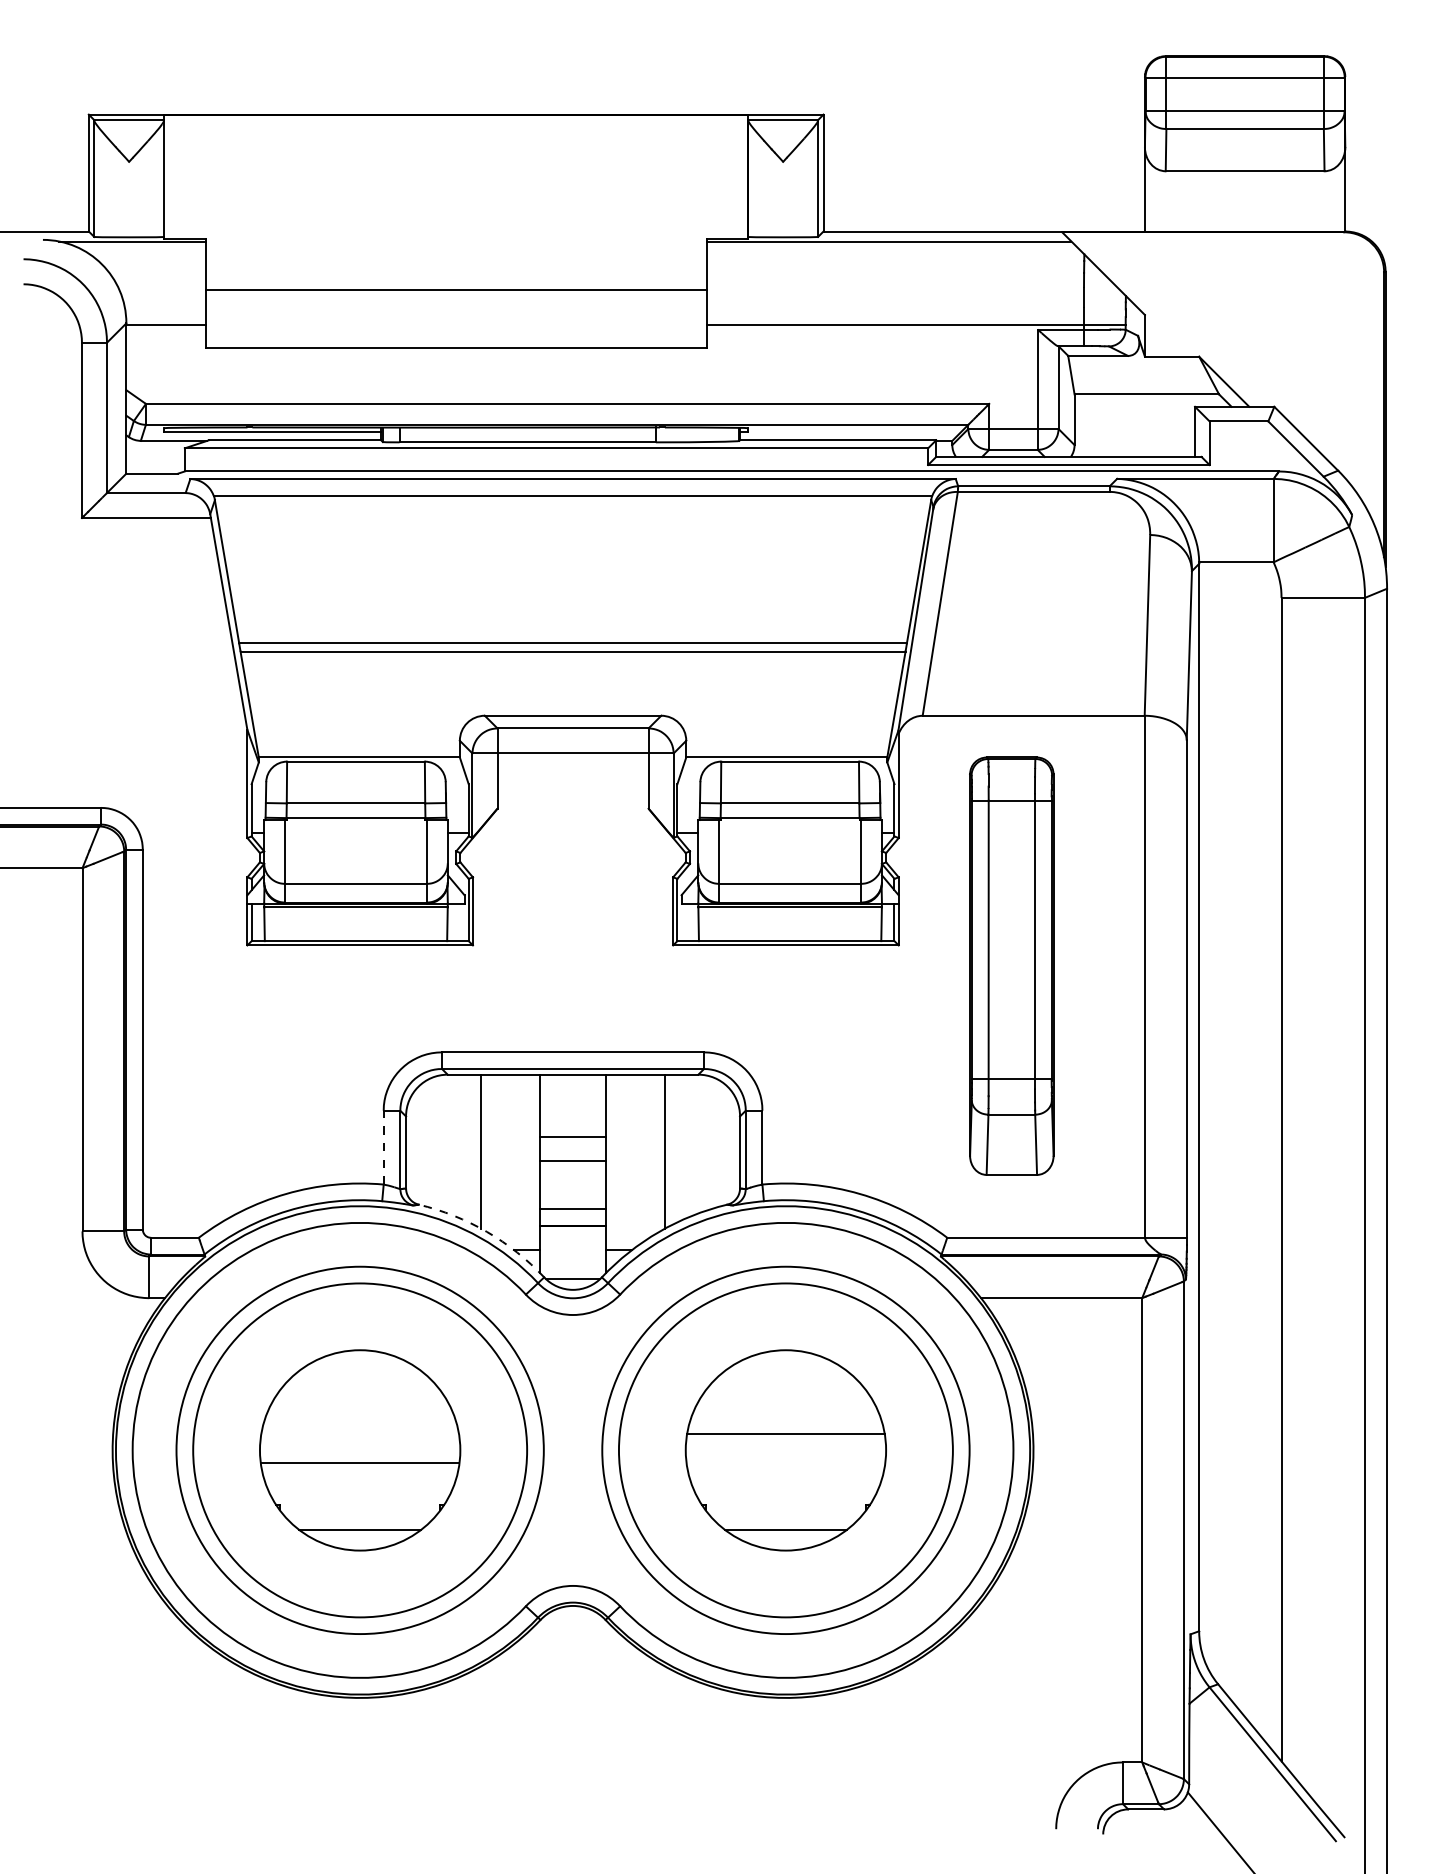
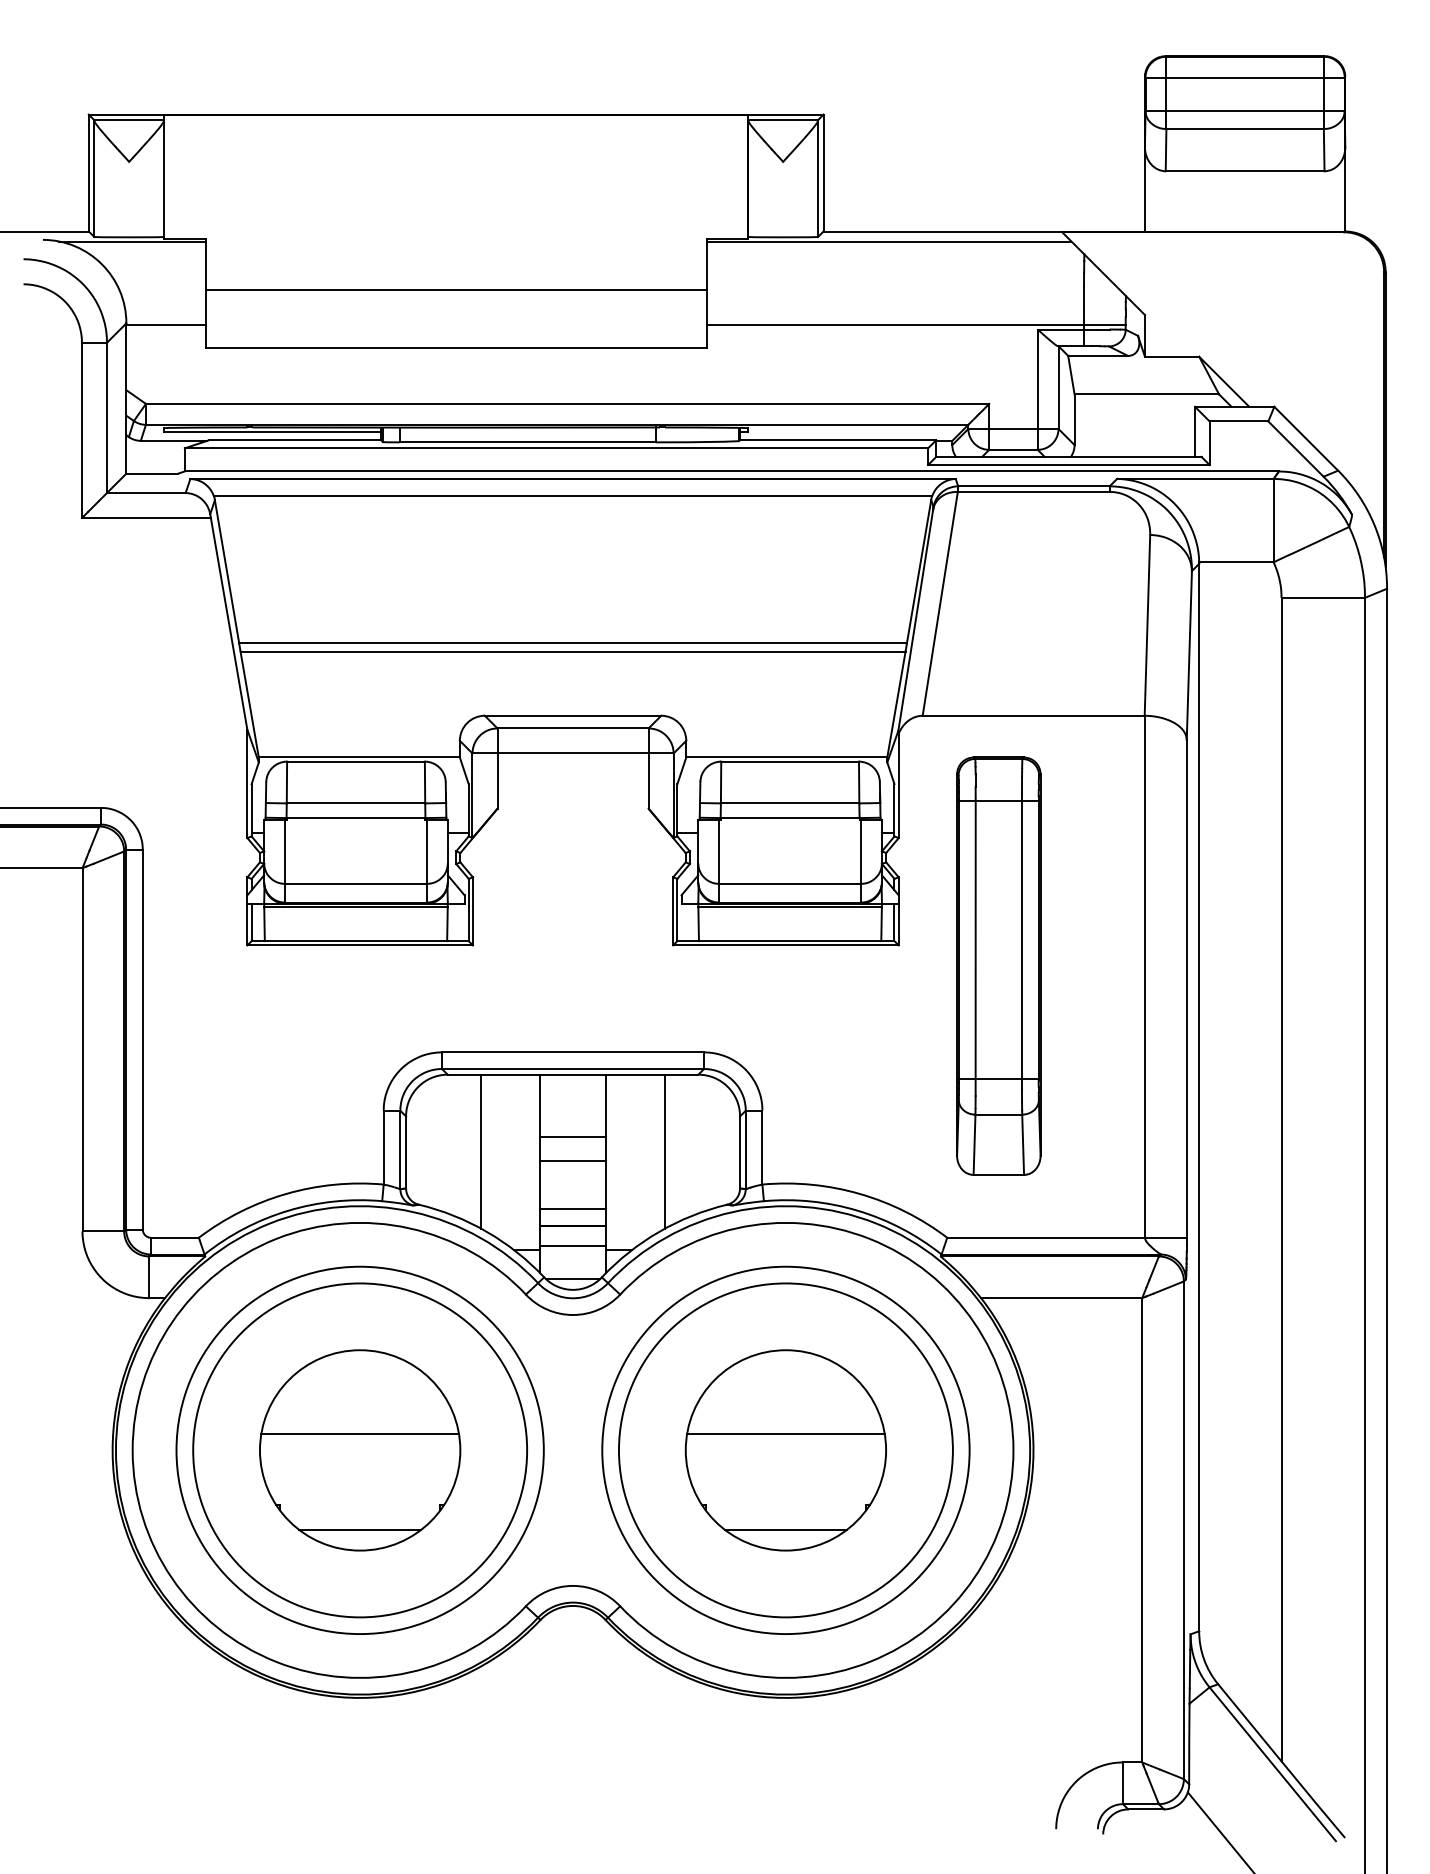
part at (1011, 965) position: (1011, 965) -> (998, 965)
line at (383, 1147): dashed -> solid
arc at (486, 1231): dashed -> solid
line at (572, 1245): none -> present
line at (359, 1462) position: (359, 1462) -> (359, 1433)
